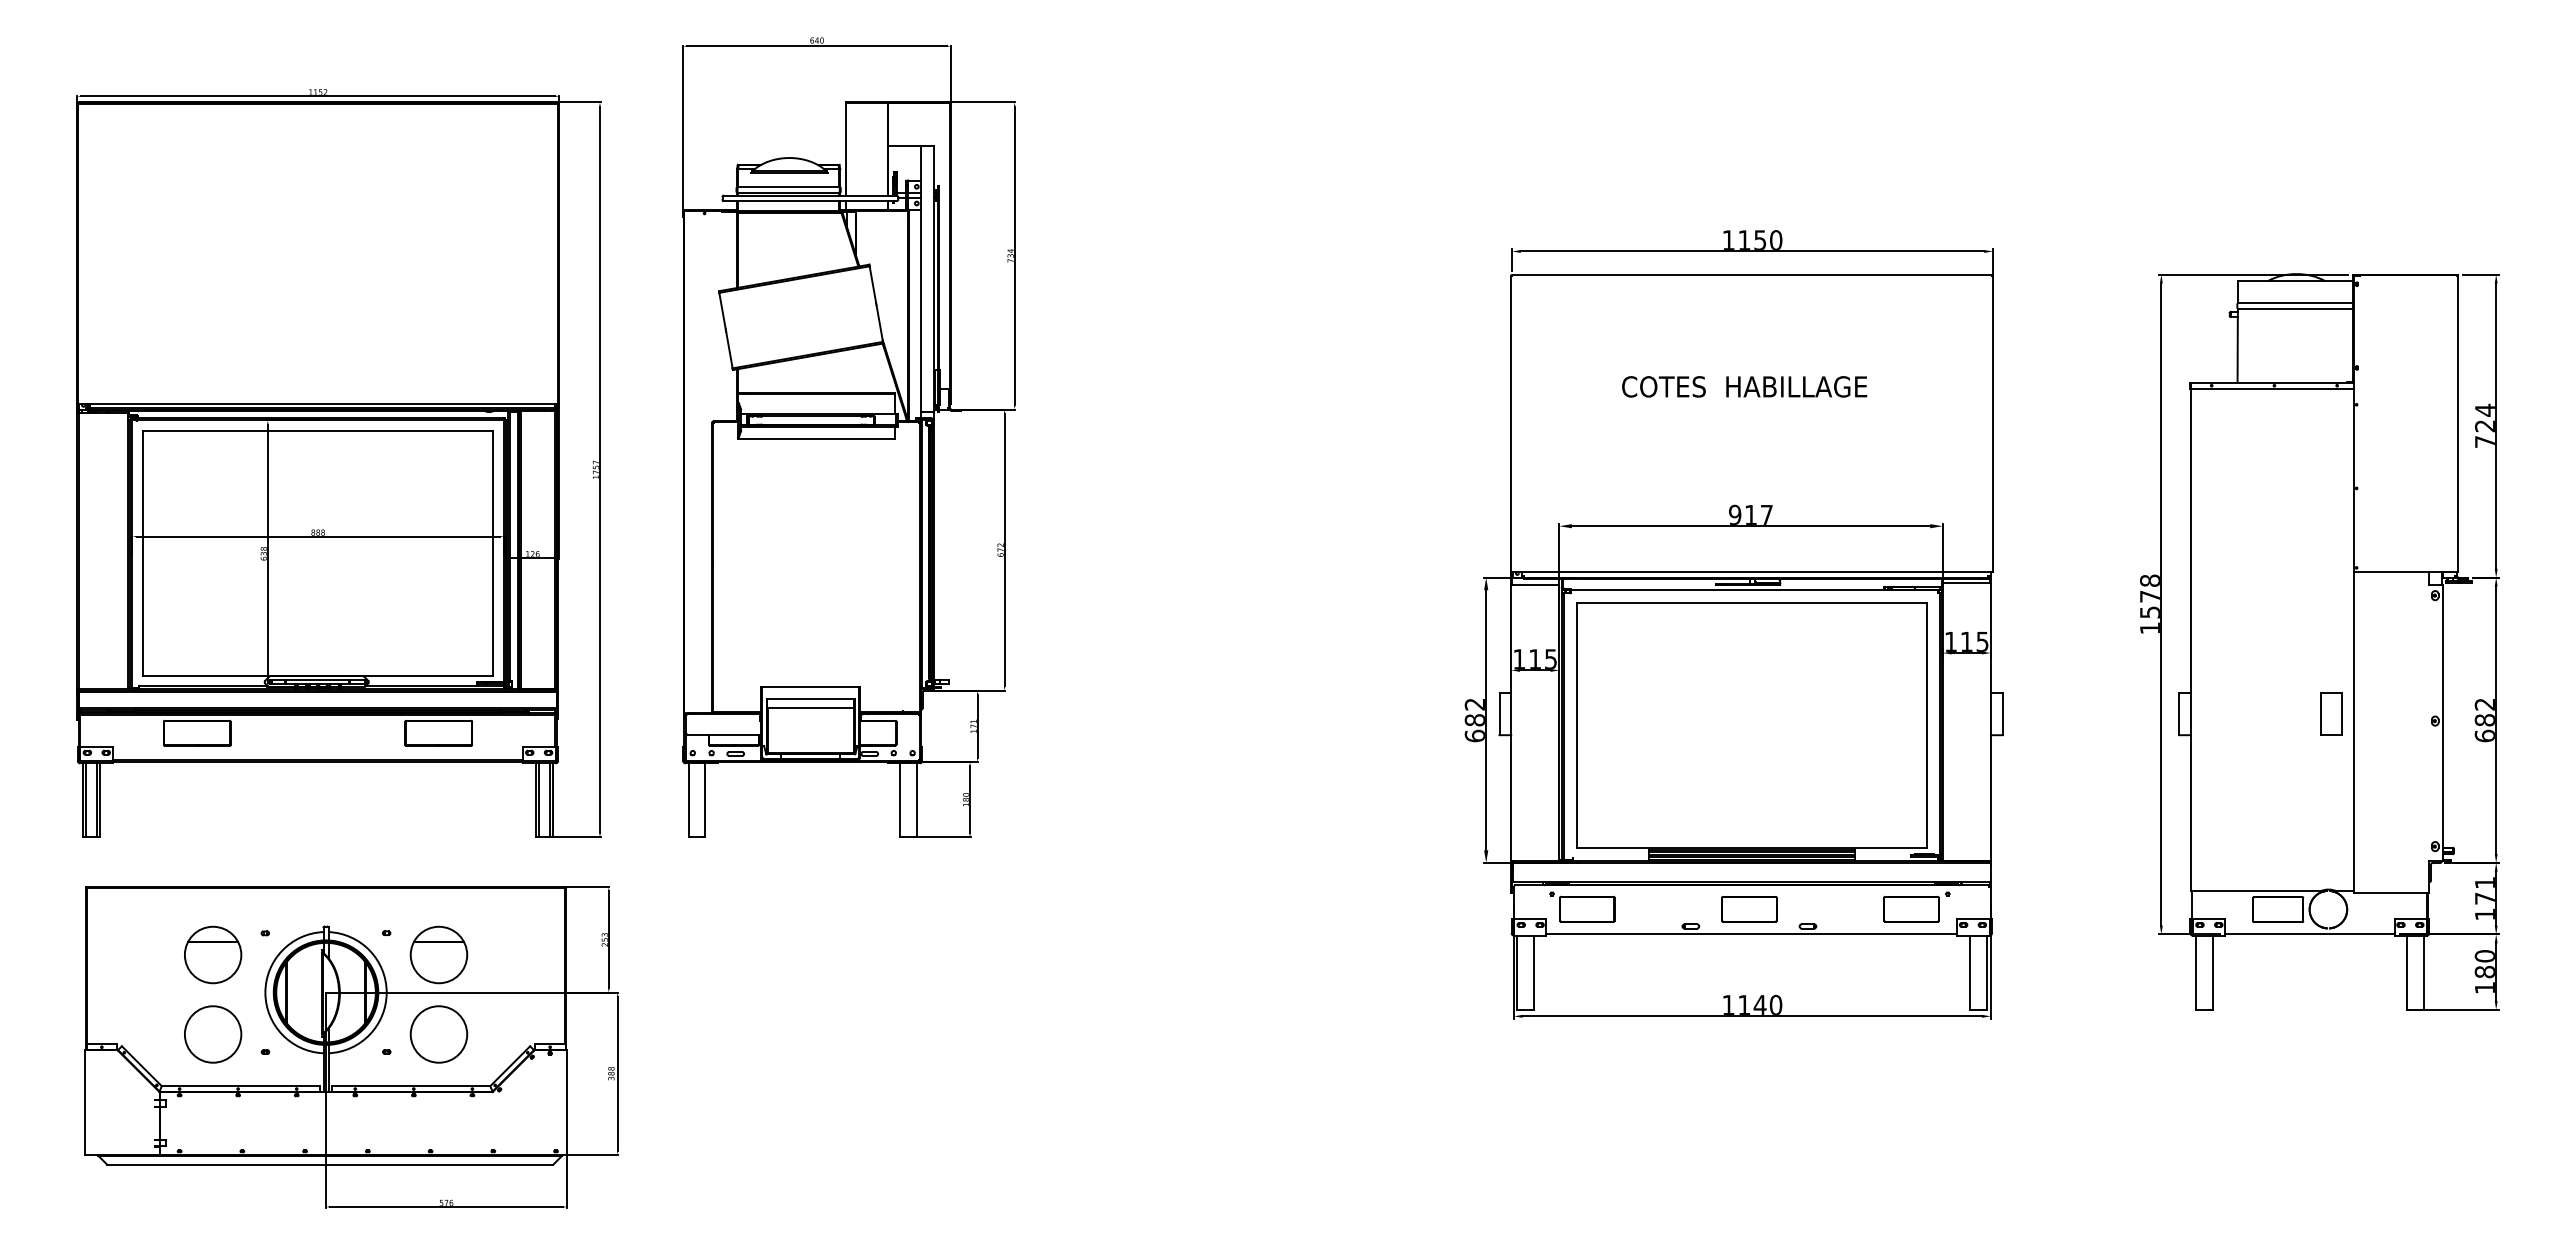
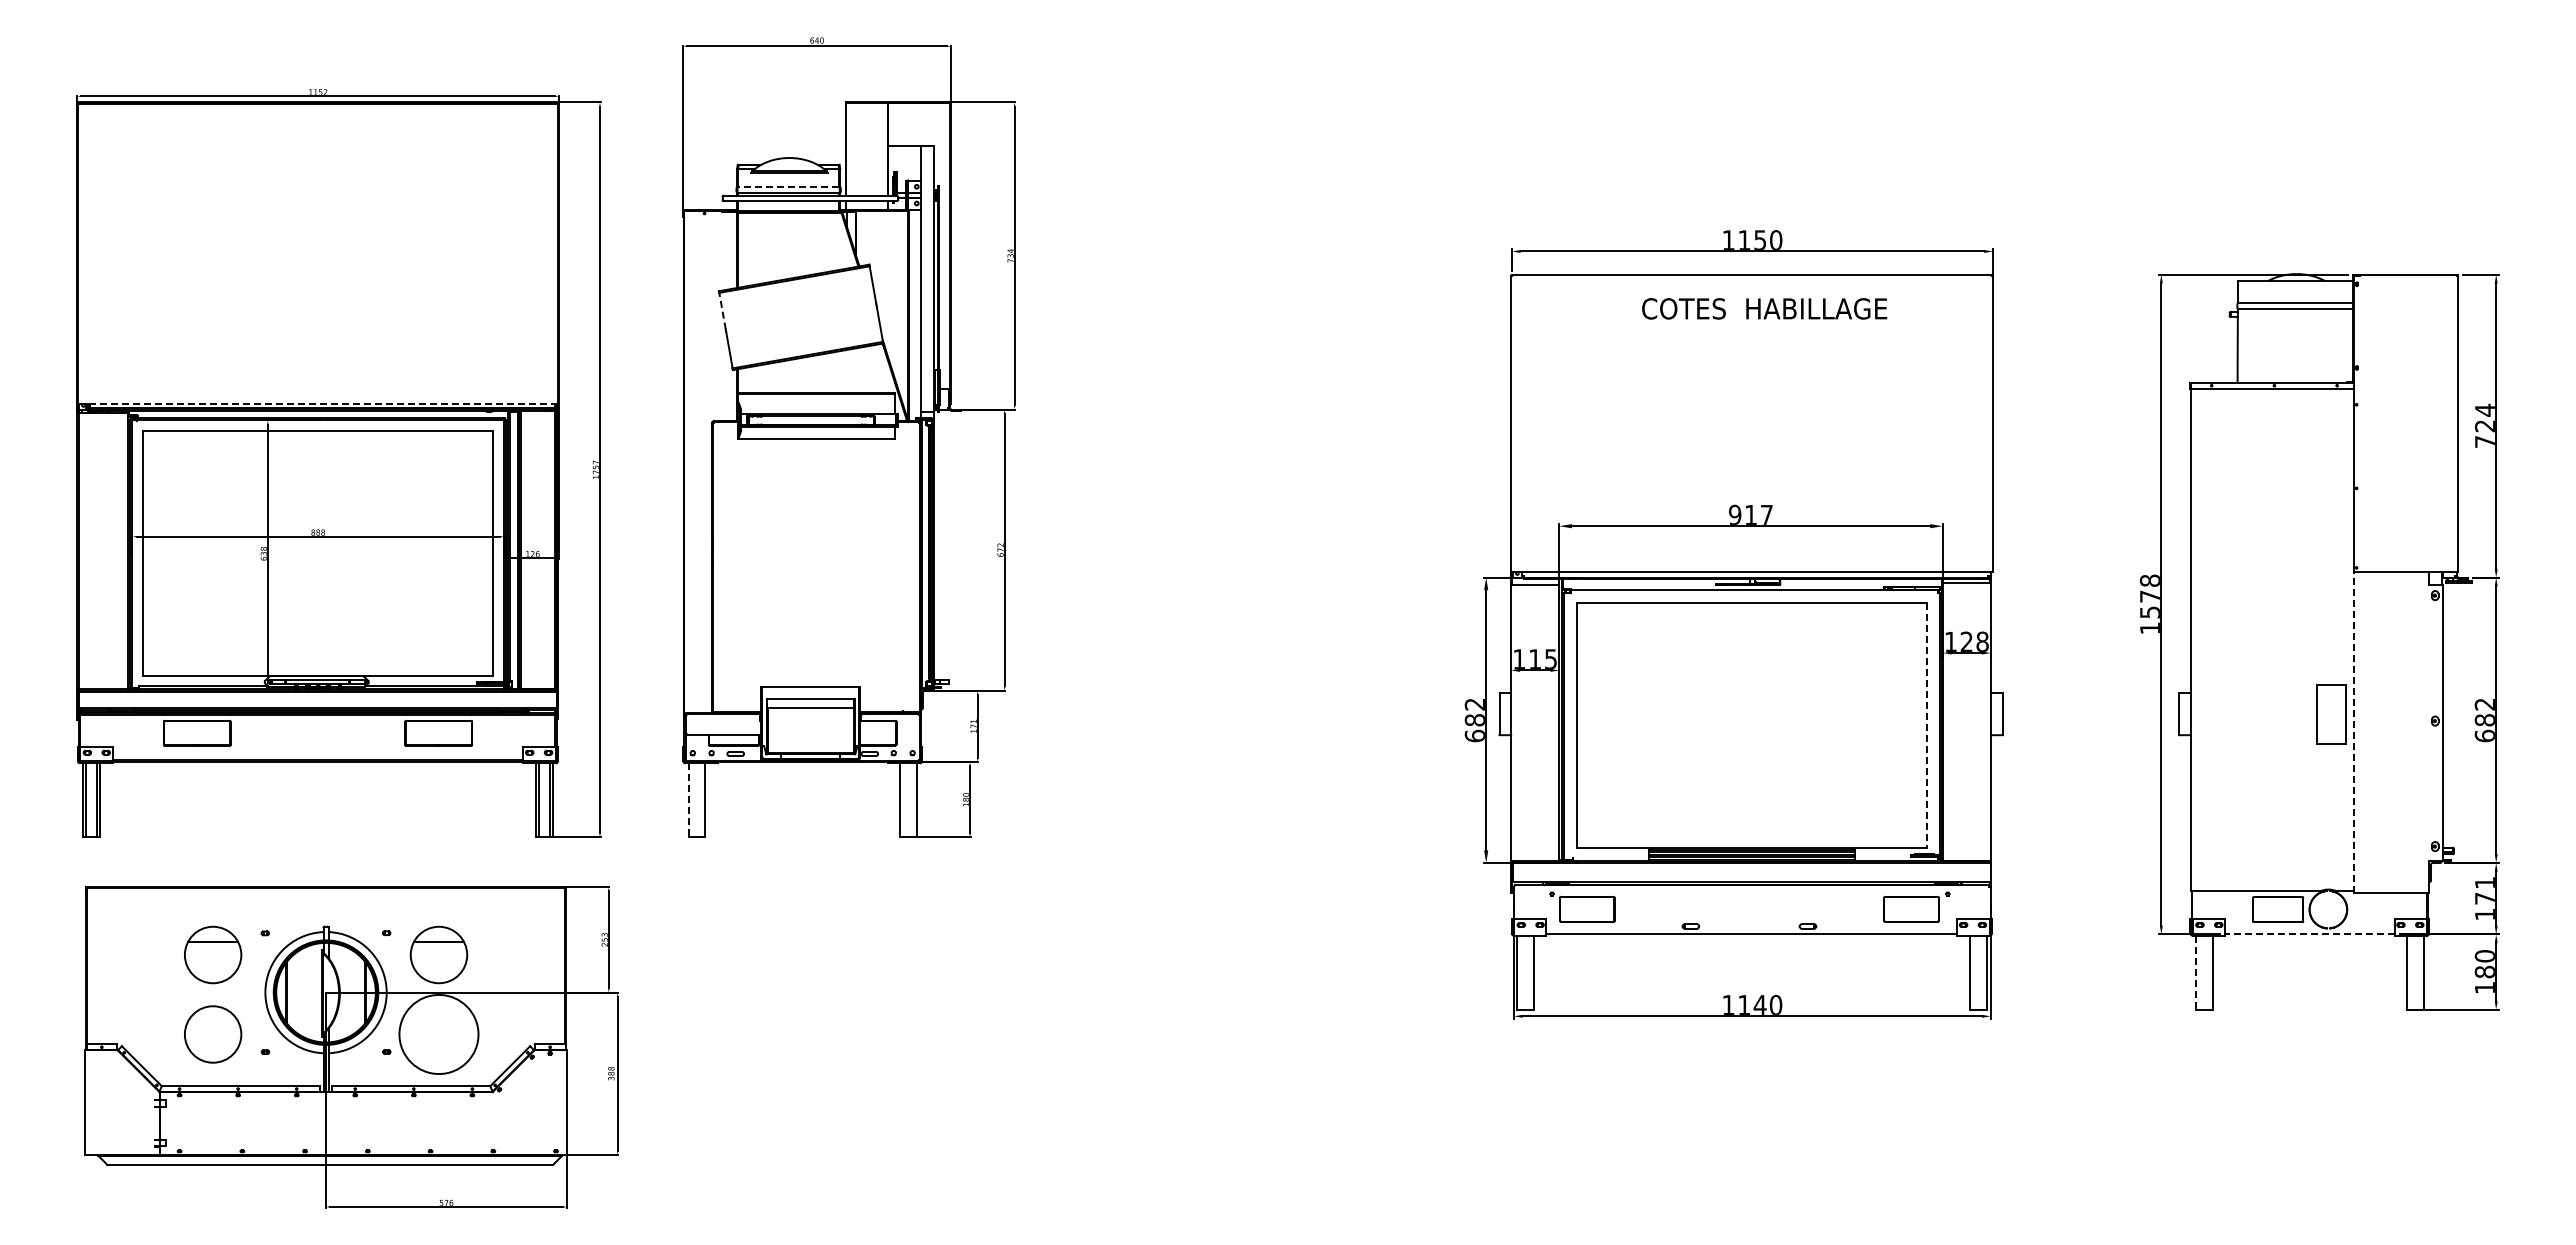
line at (788, 187): solid -> dashed
line at (722, 310): solid -> dashed
text at (1744, 386) position: (1744, 386) -> (1764, 308)
line at (317, 403): solid -> dashed
text at (1974, 641): 115 -> 128
part at (2331, 713) size: 23x44 px -> 31x61 px
line at (1927, 726): solid -> dashed
line at (2354, 731): solid -> dashed
line at (688, 800): solid -> dashed
part at (1749, 909): present -> none
line at (2309, 934): solid -> dashed
line at (2195, 973): solid -> dashed
circle at (438, 1034) diameter: 56 px -> 79 px
